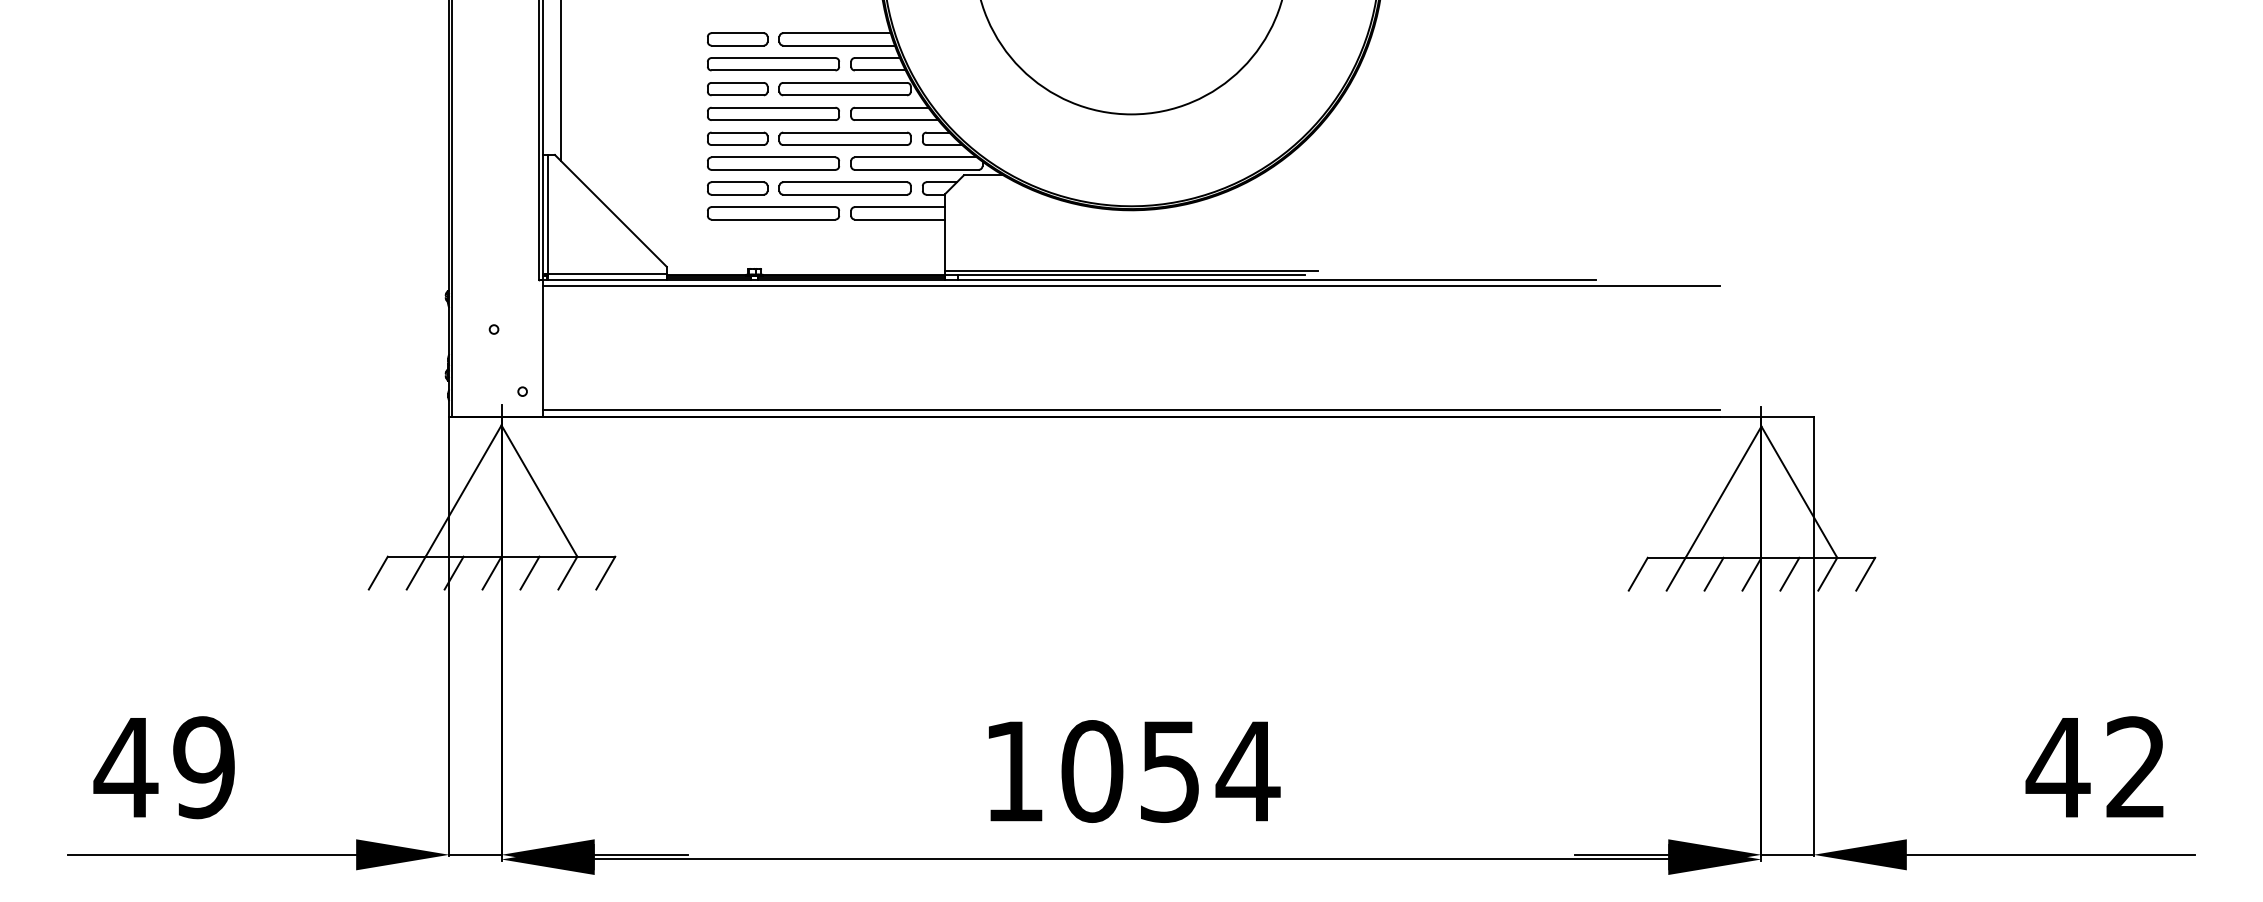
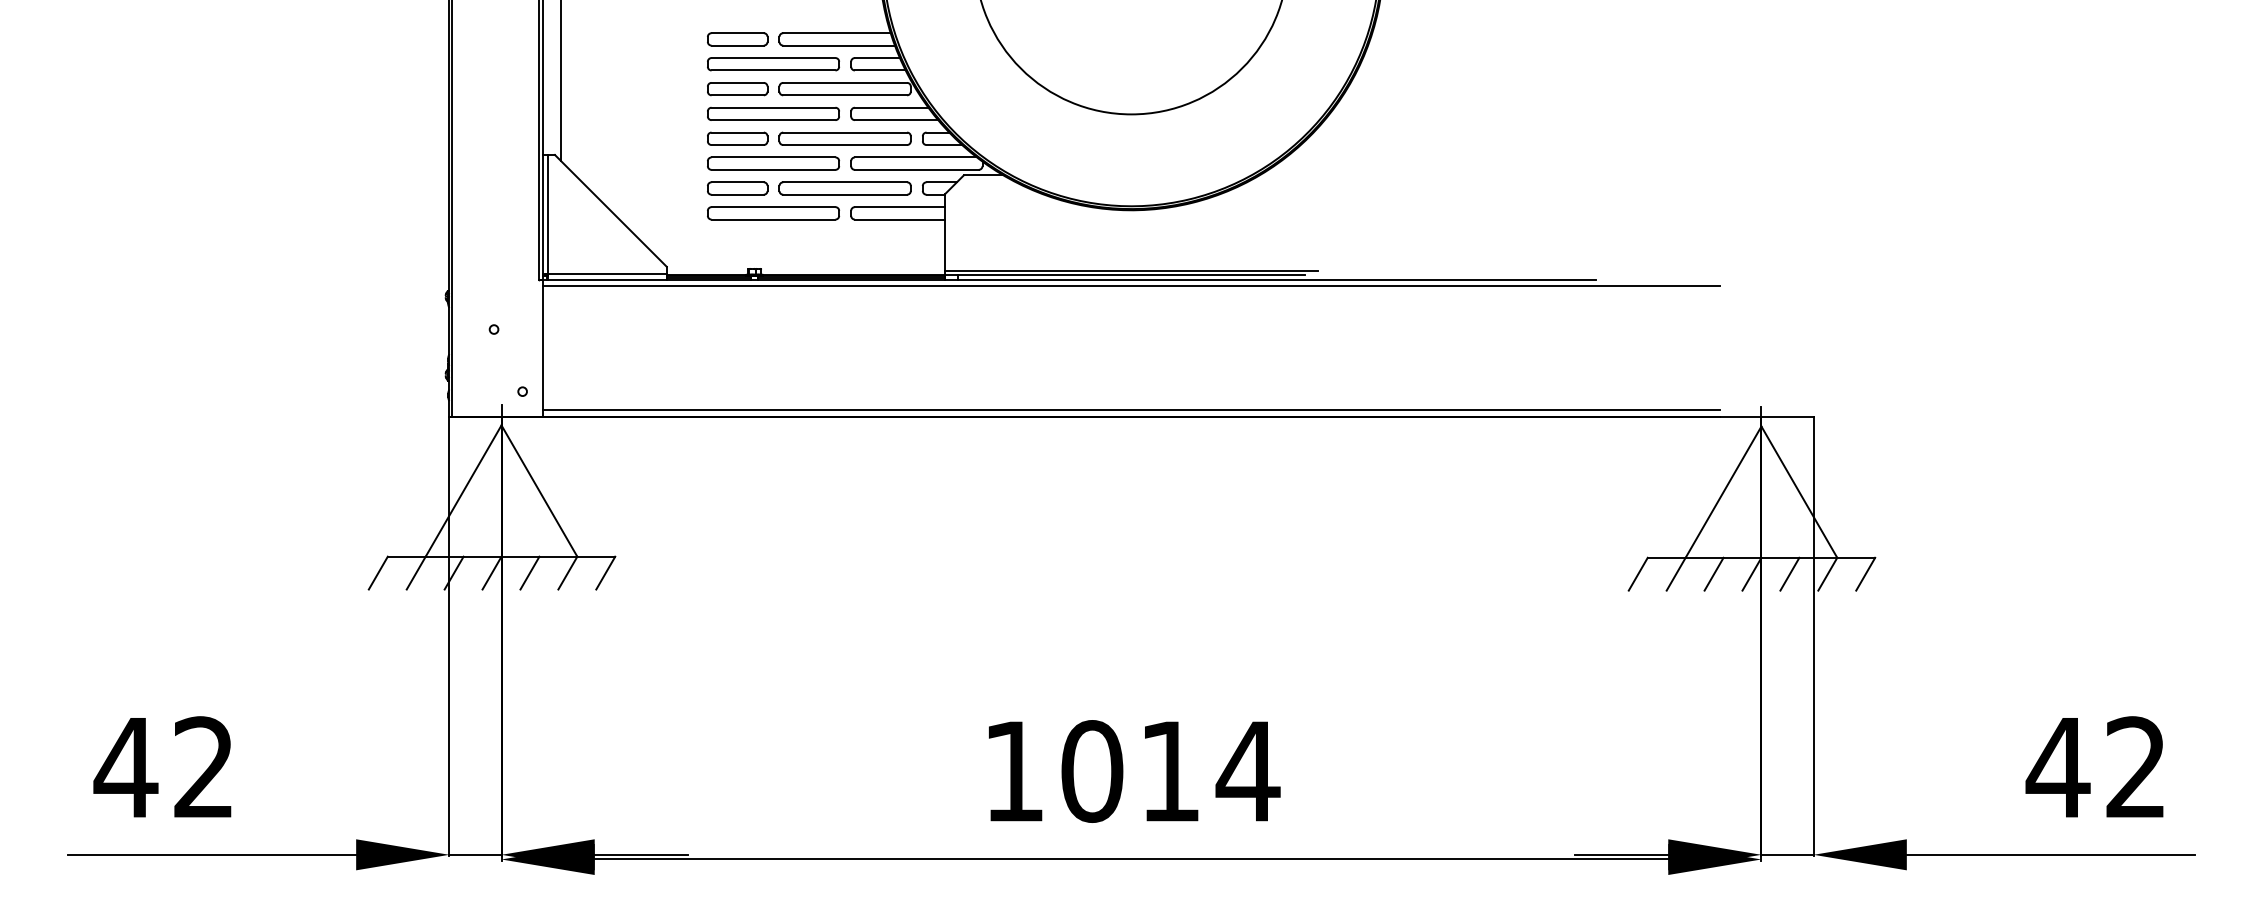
text at (203, 767): 49 -> 42
text at (1169, 771): 1054 -> 1014
